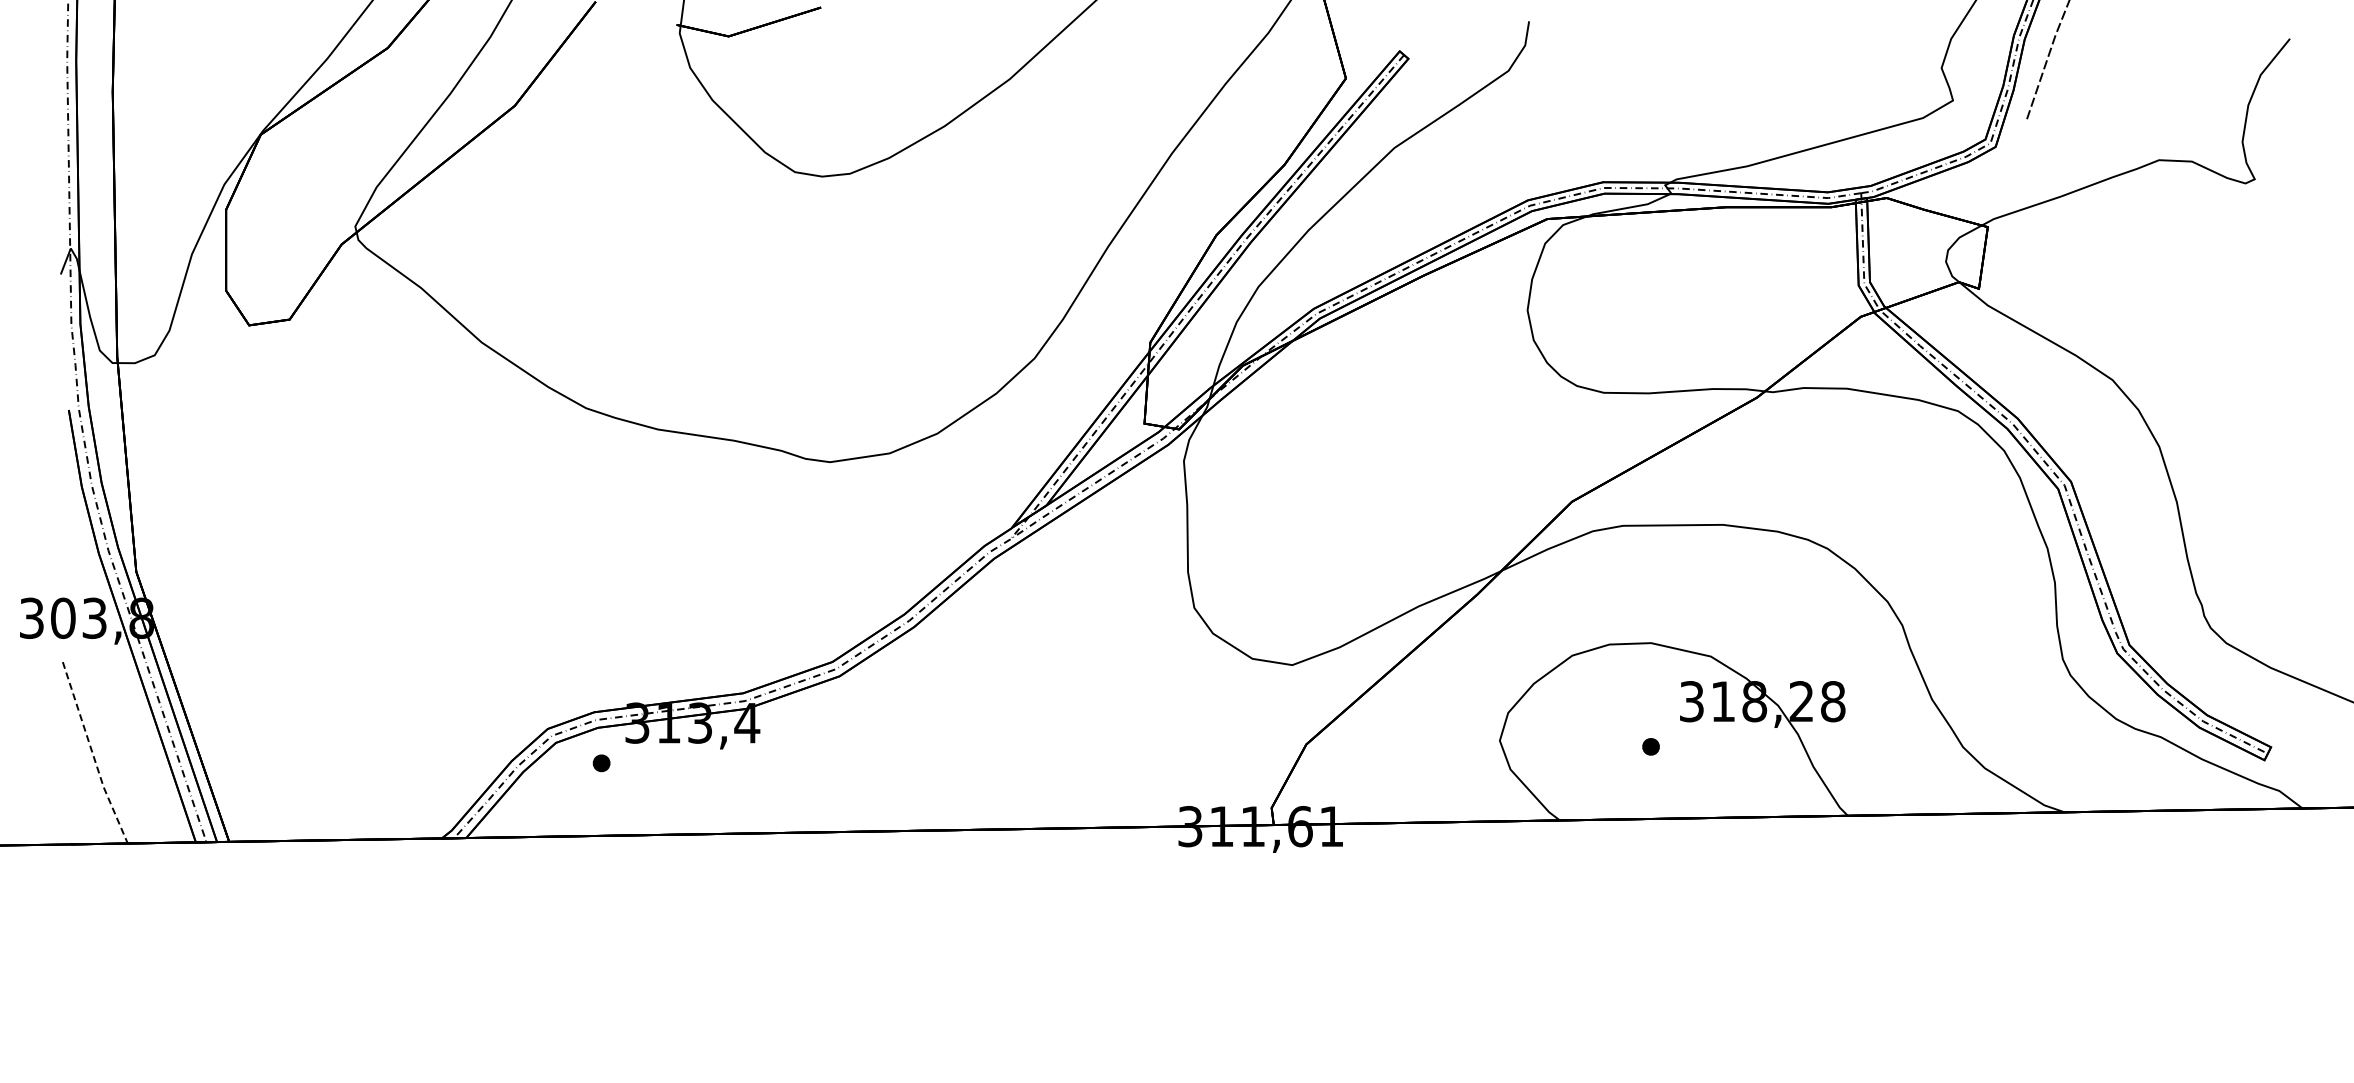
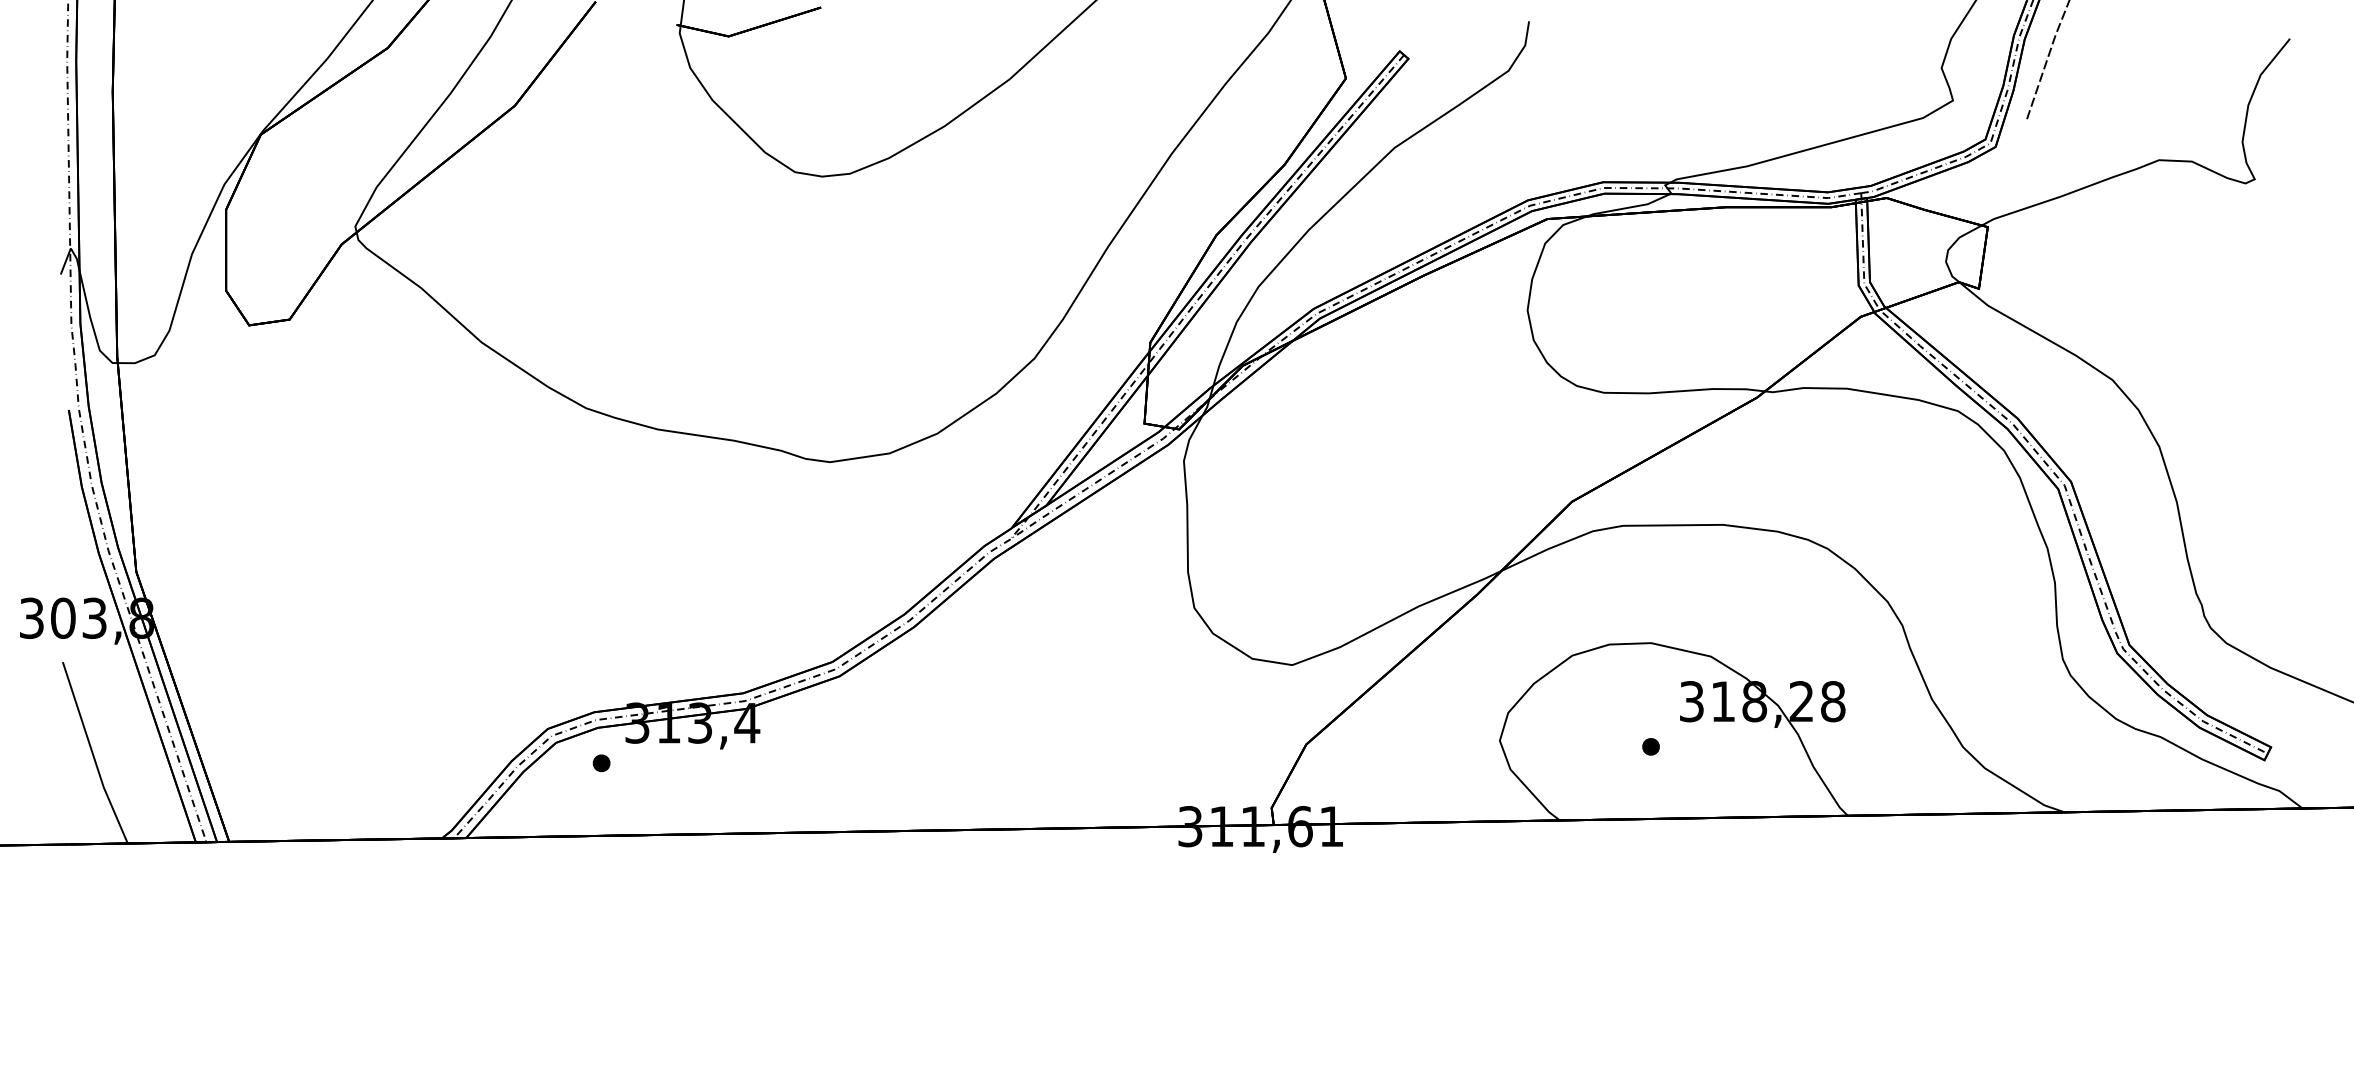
line at (93, 755): dashed -> solid
